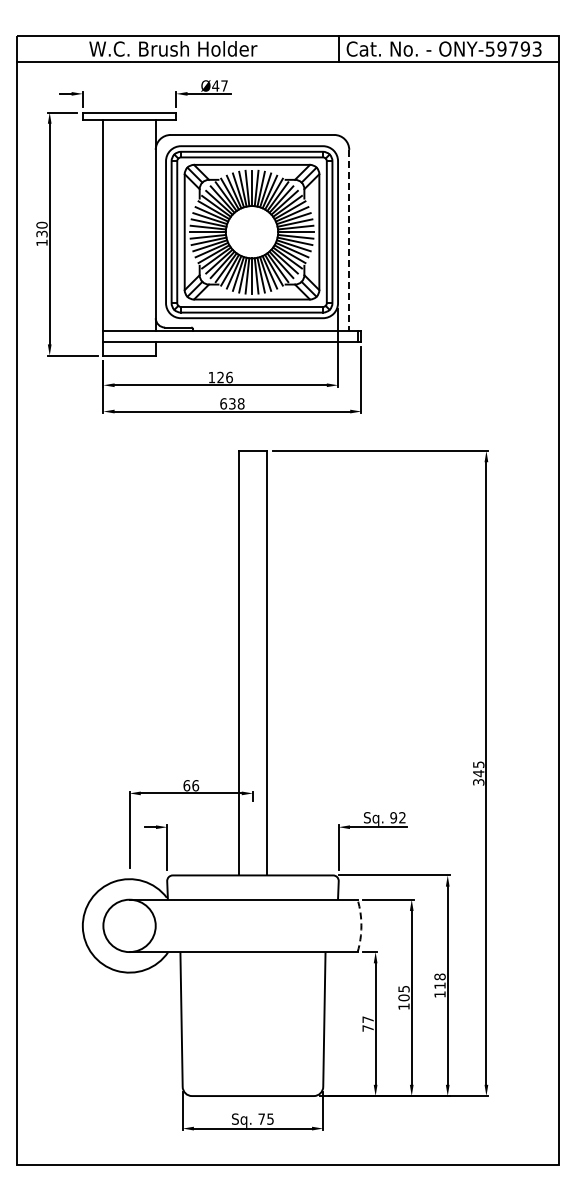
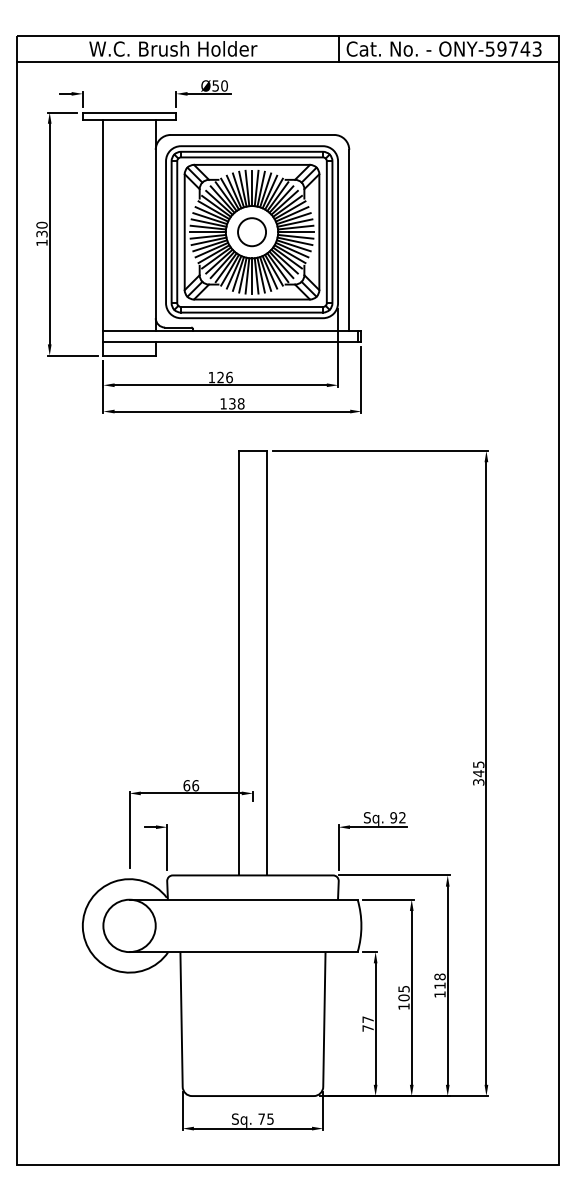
text at (525, 48): ONY-59793 -> ONY-59743
text at (219, 85): Ø47 -> Ø50
circle at (251, 232): none -> present
line at (349, 240): dashed -> solid
text at (223, 403): 638 -> 138
arc at (361, 925): dashed -> solid
